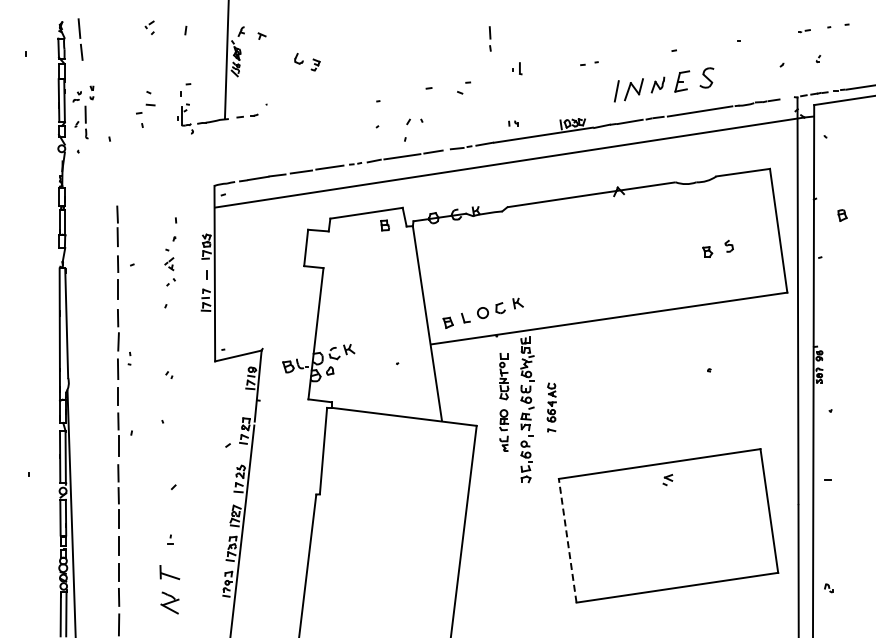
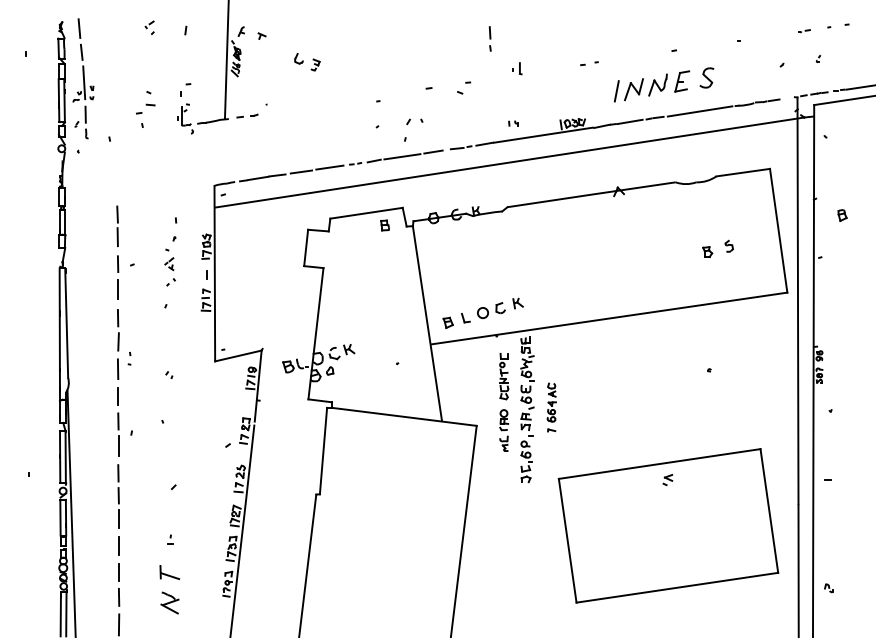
line at (84, 82): none -> present
part at (657, 84) size: 16x18 px -> 20x24 px
line at (567, 540): dashed -> solid
